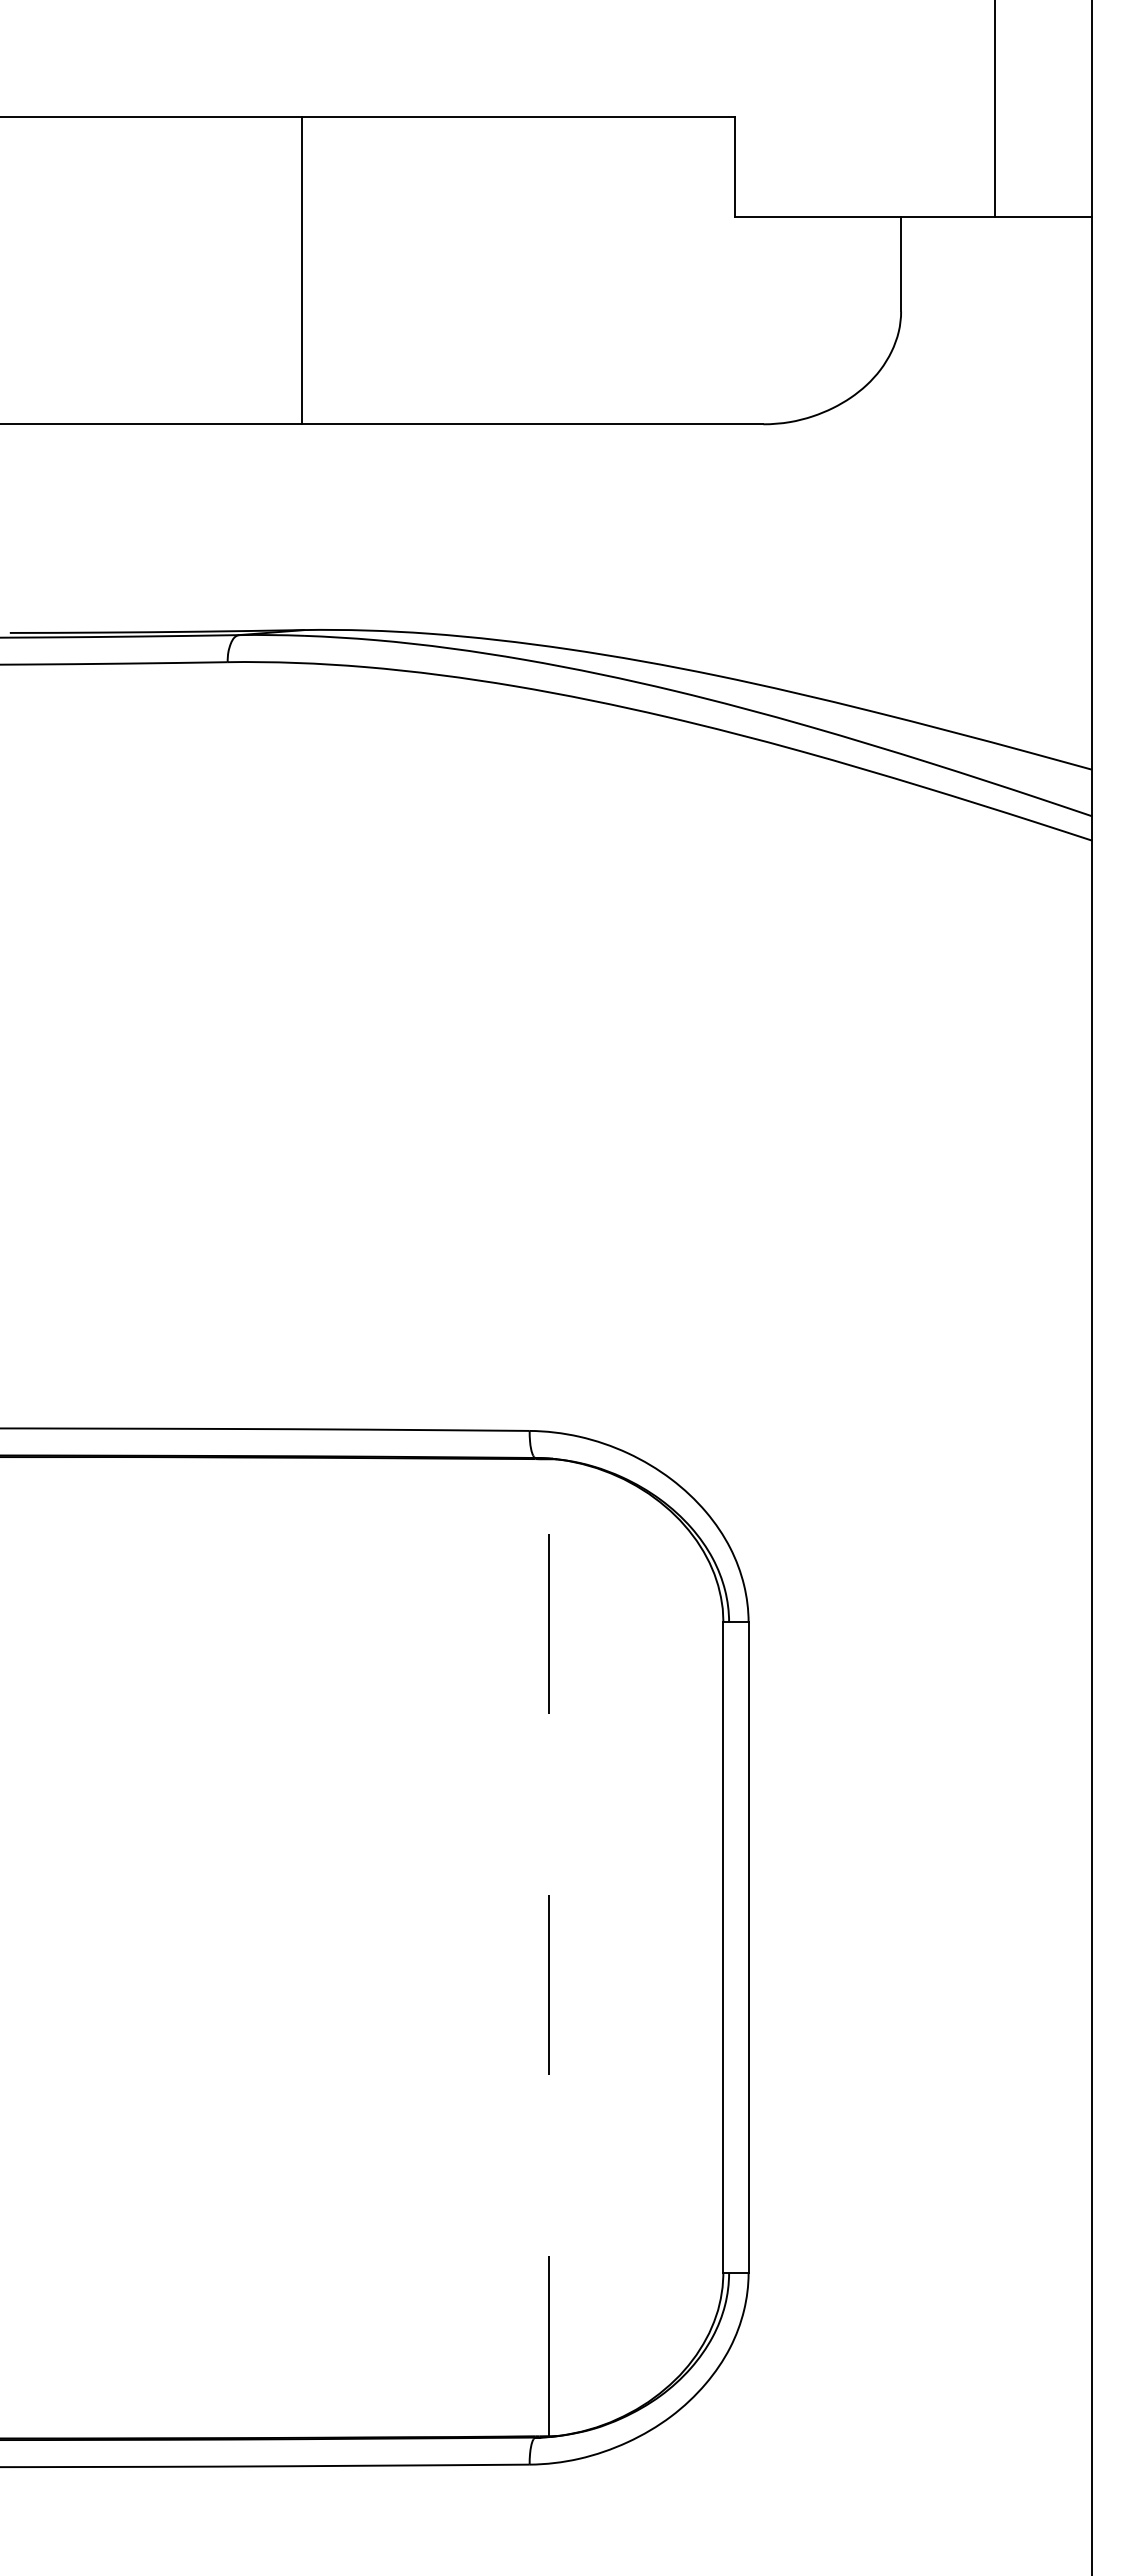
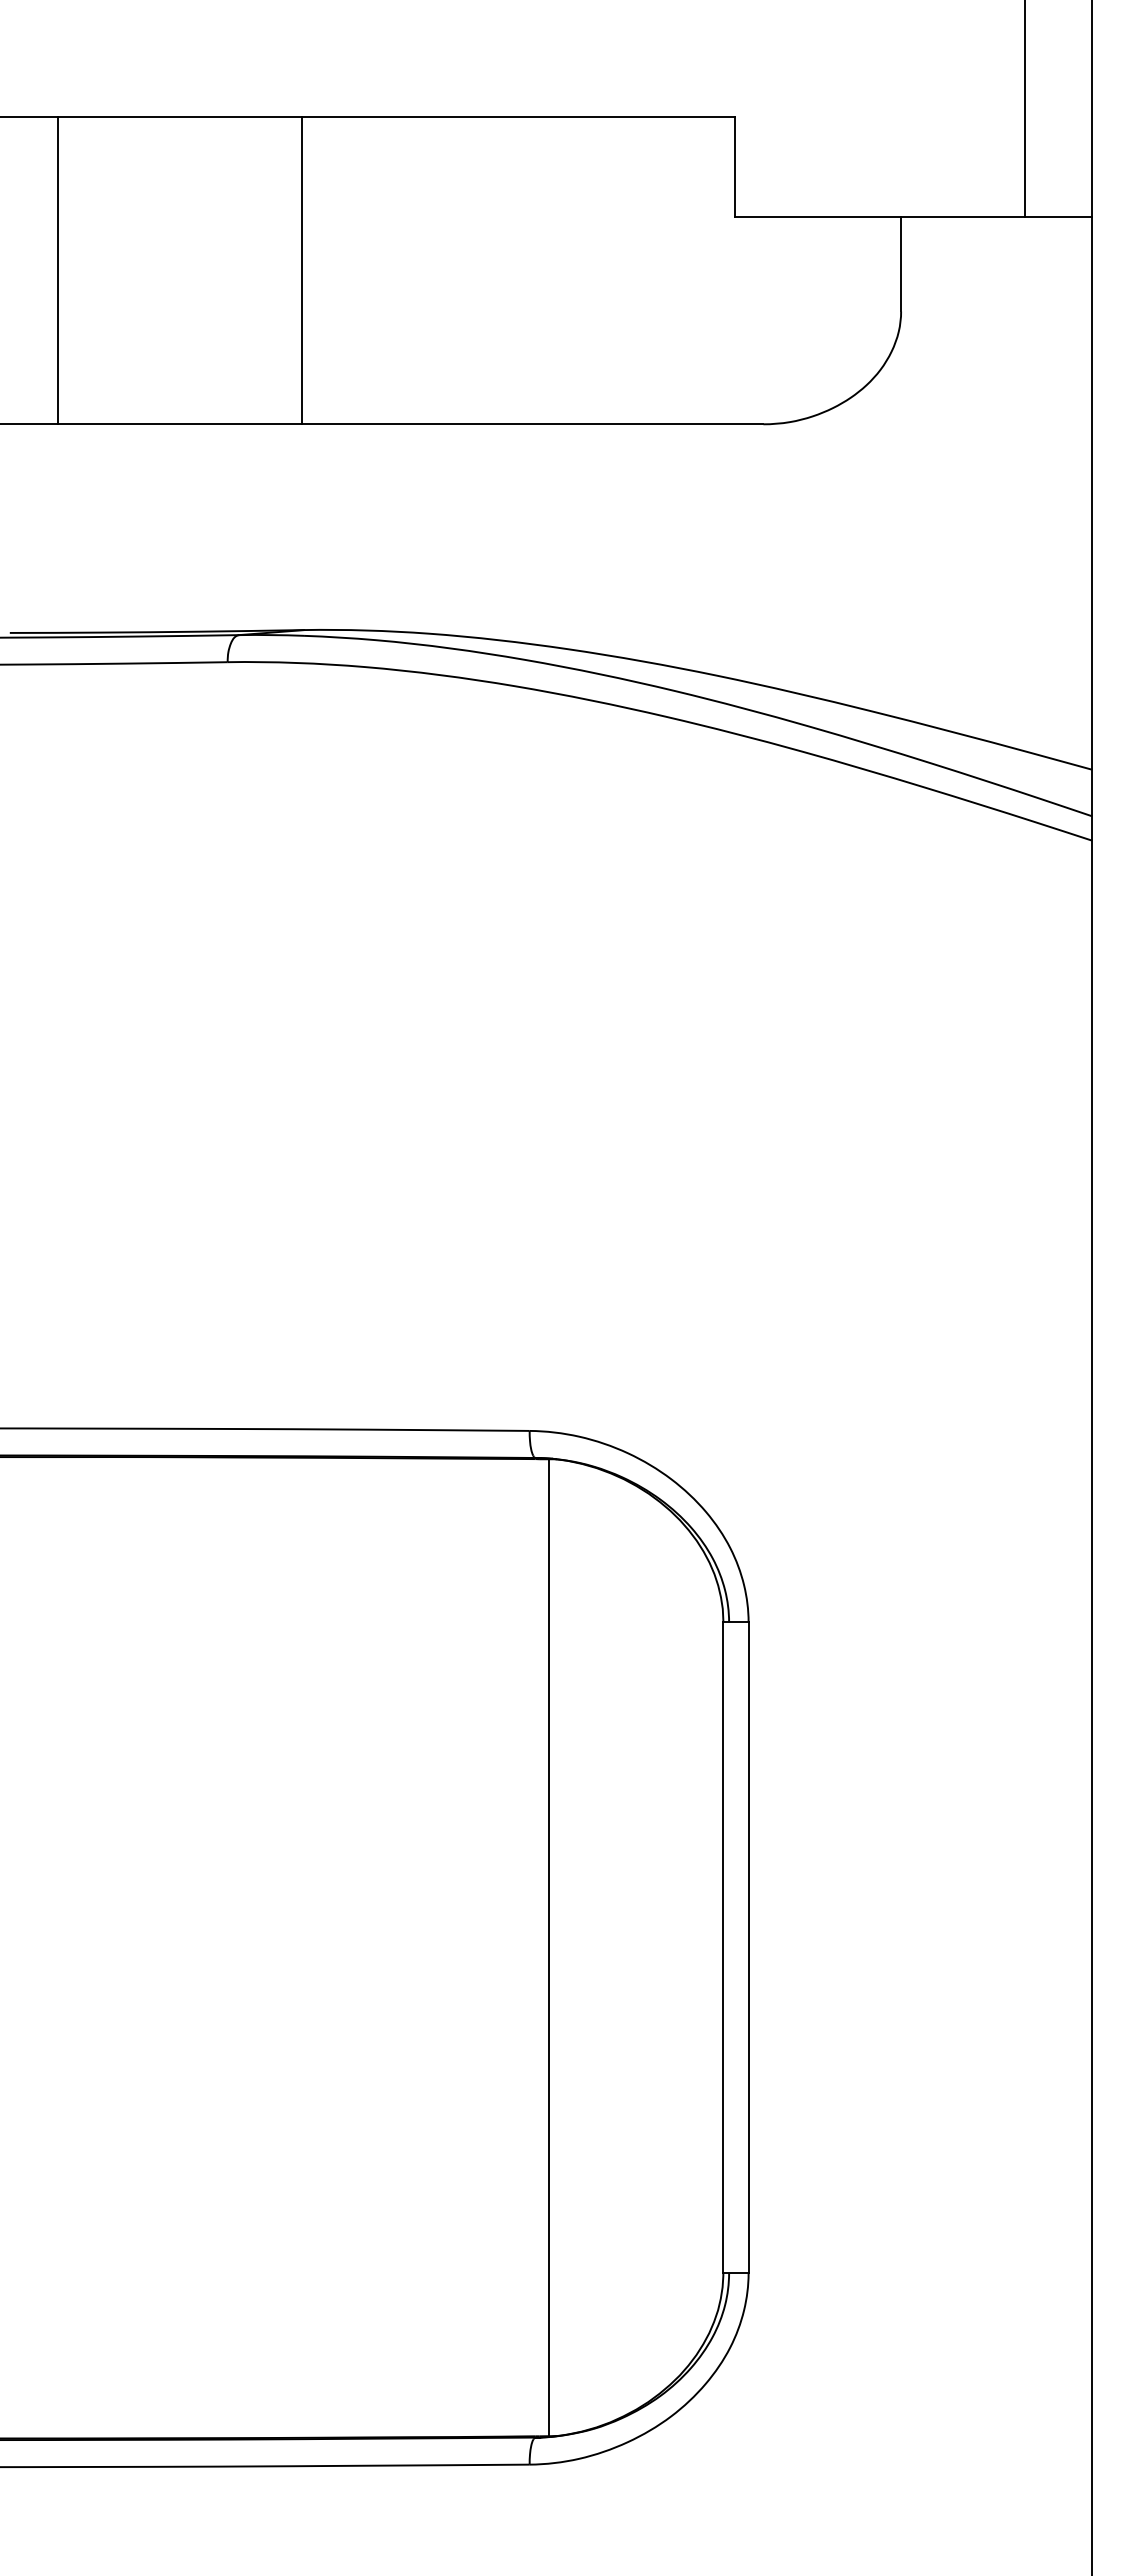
line at (994, 109) position: (994, 109) -> (1024, 109)
line at (57, 270): none -> present
line at (548, 1947): dashed -> solid
